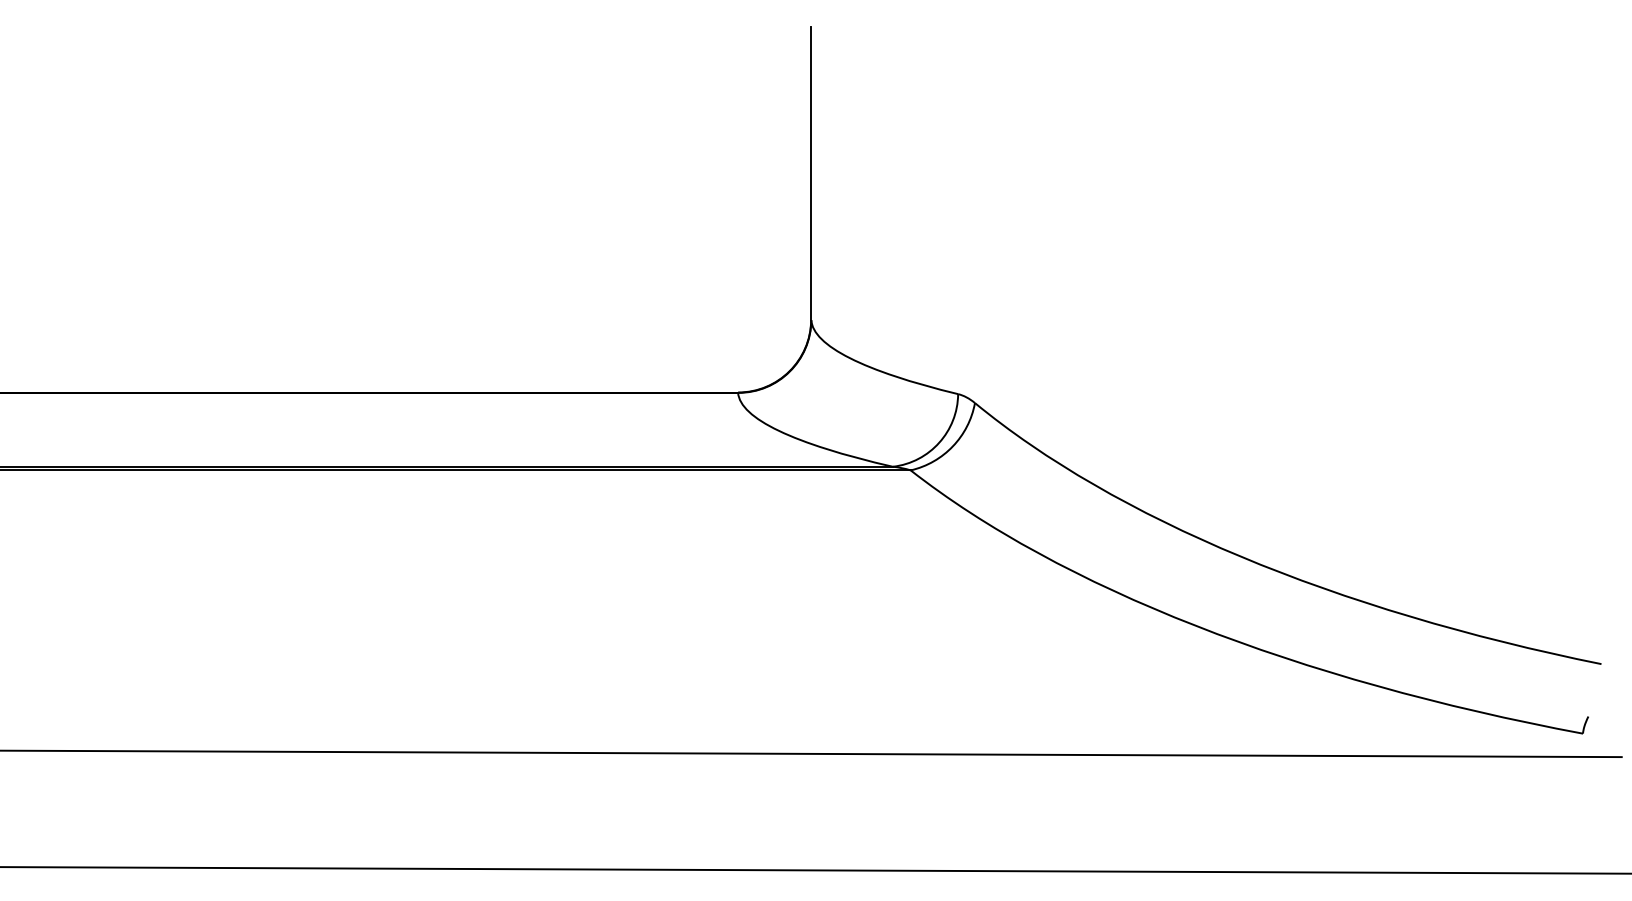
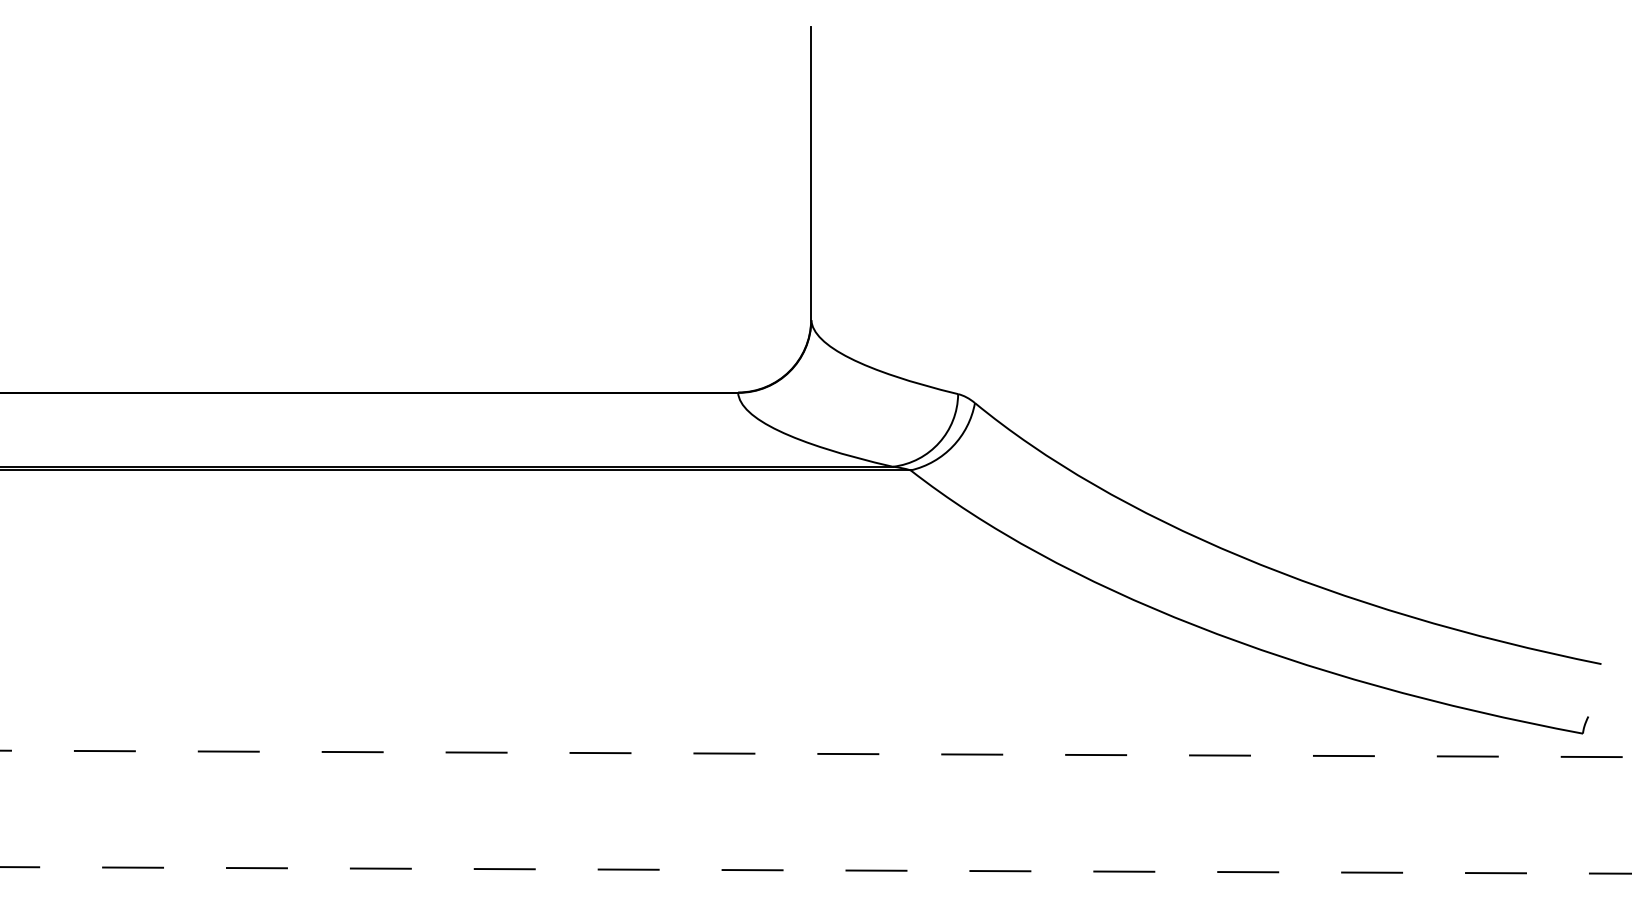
line at (812, 753): solid -> dashed
line at (815, 870): solid -> dashed
